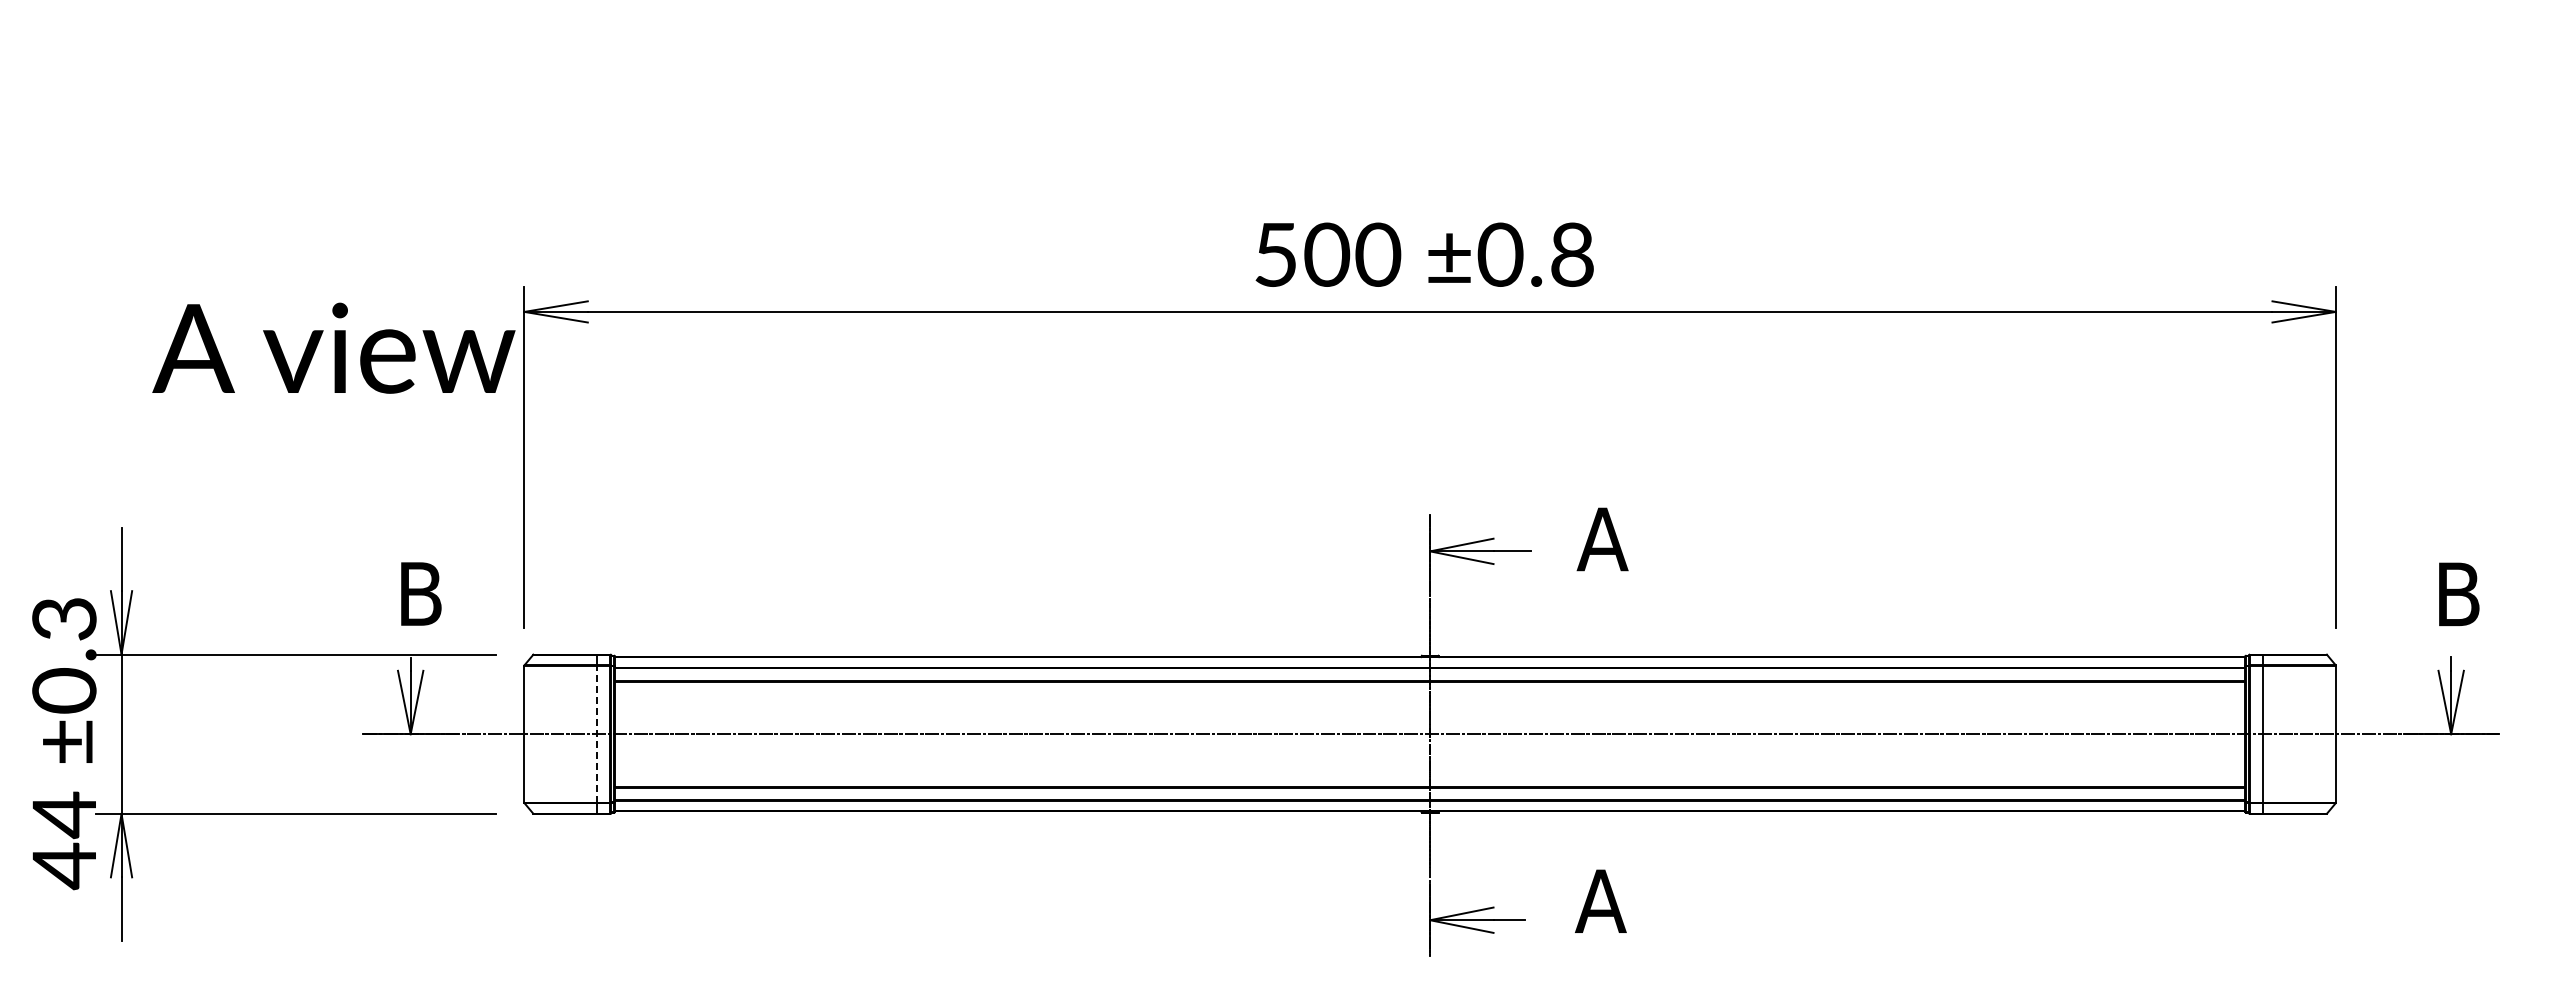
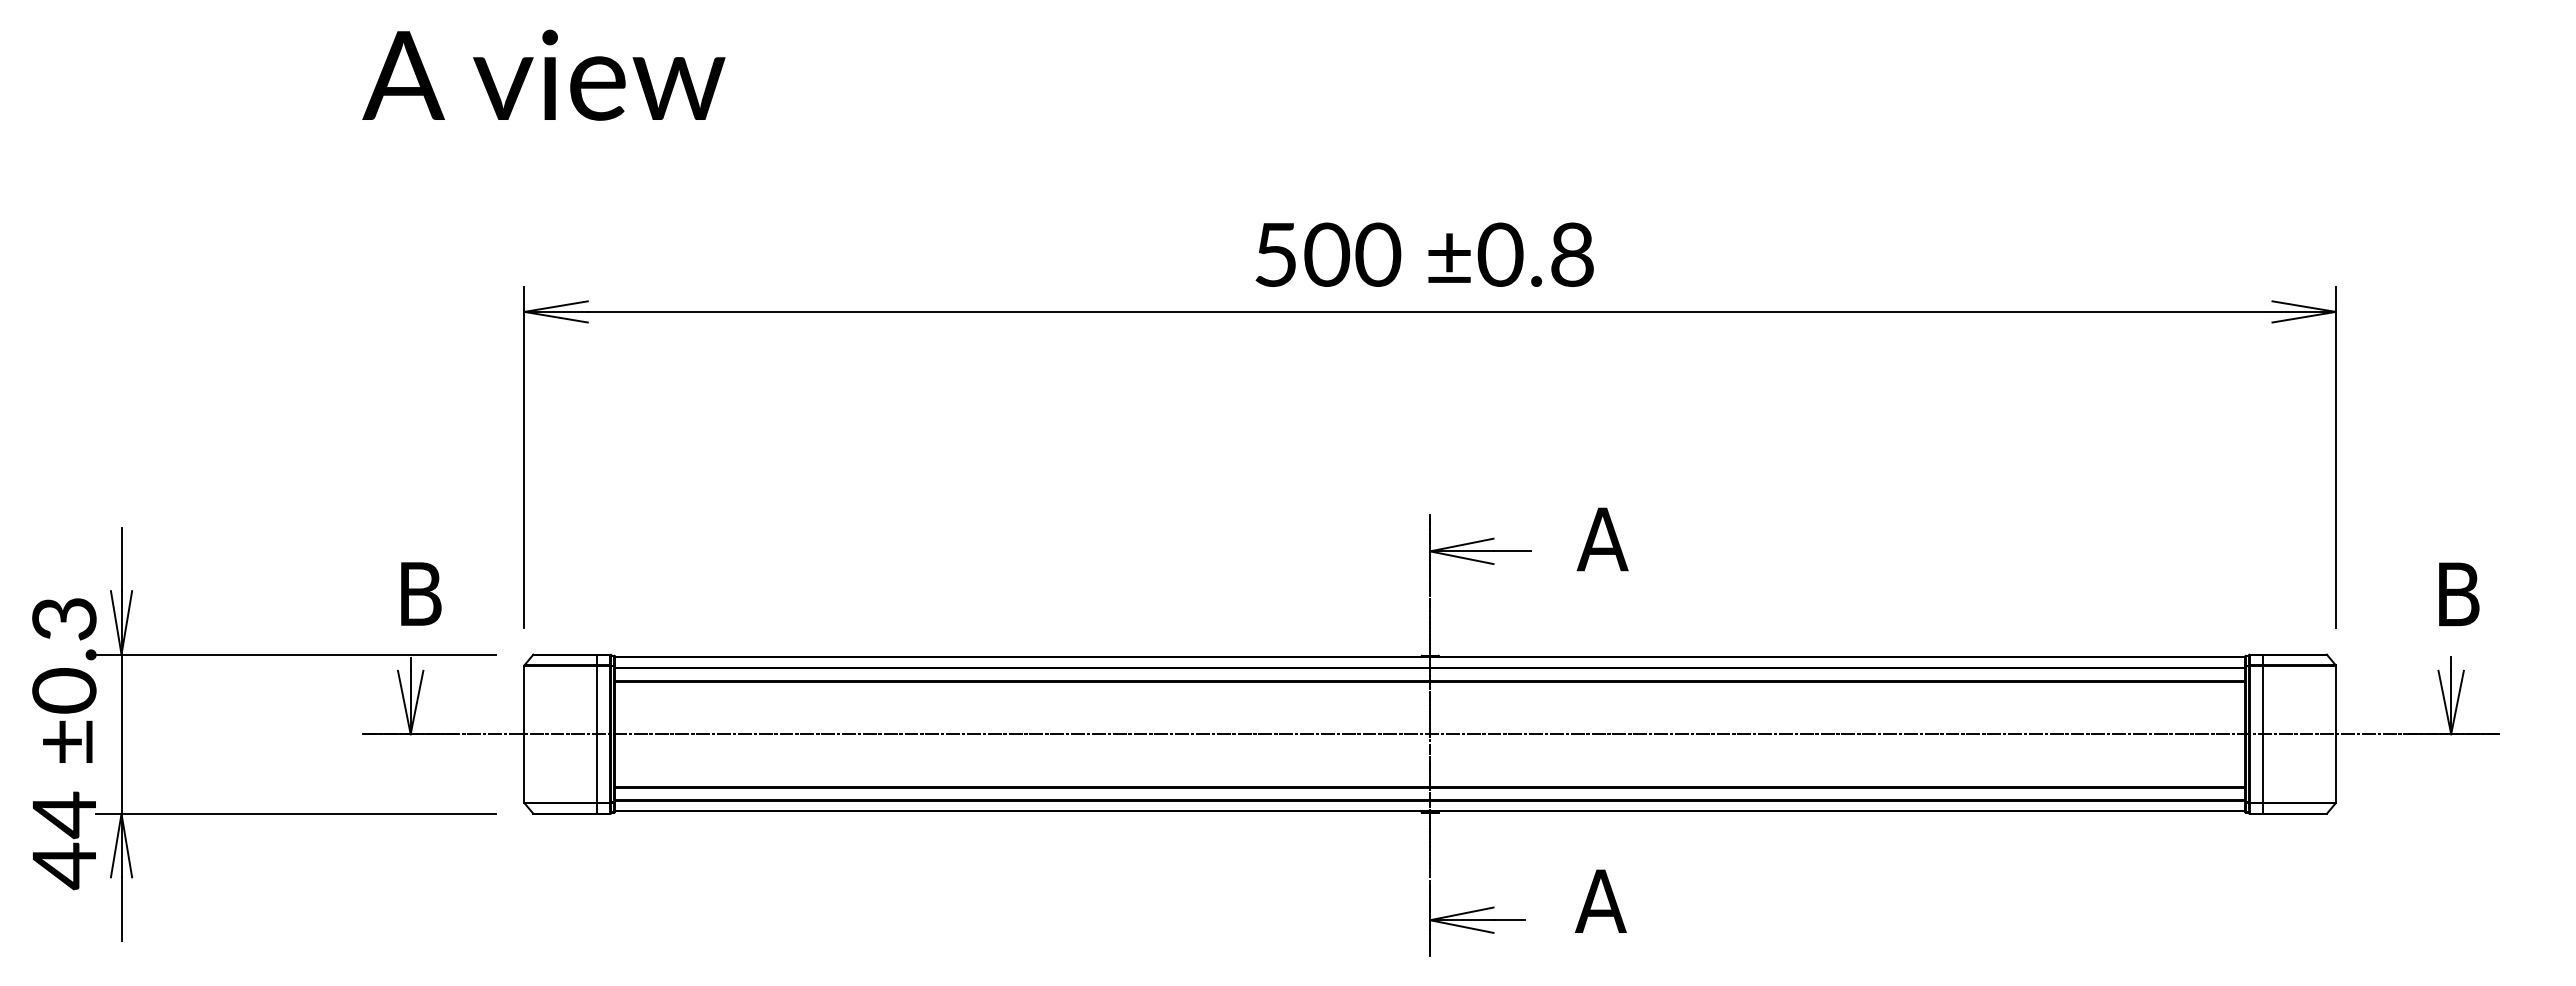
text at (333, 347) position: (333, 347) -> (543, 74)
line at (596, 733): dashed -> solid
